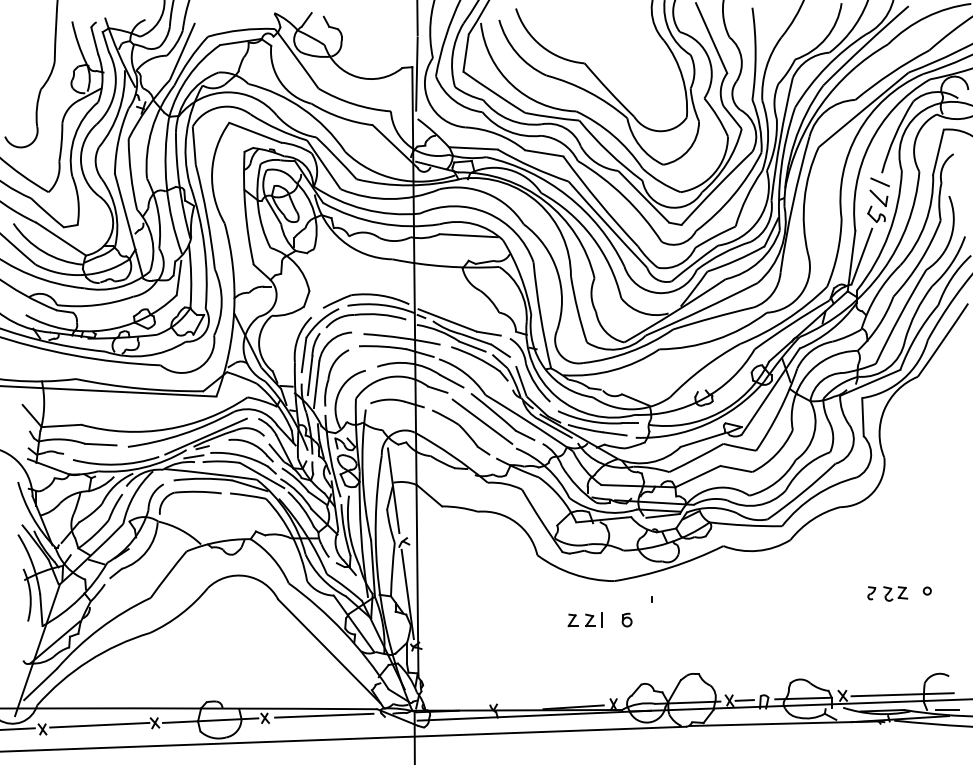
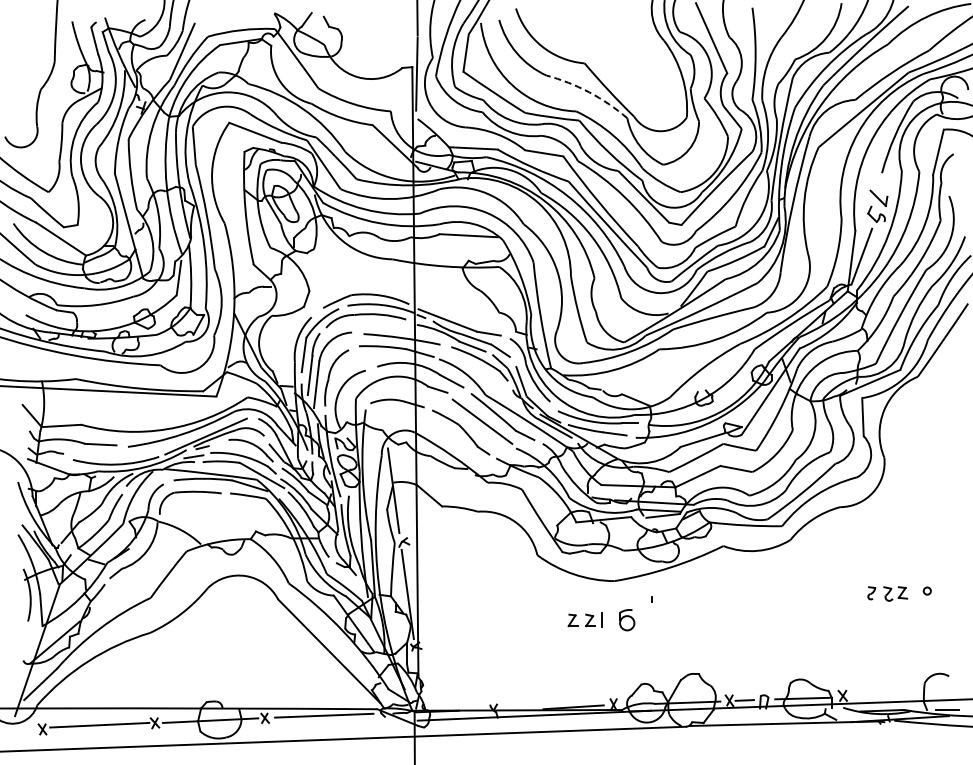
arc at (589, 92): solid -> dashed
line at (879, 182): present -> none
part at (626, 619) size: 12x16 px -> 17x23 px
line at (902, 694): present -> none
line at (18, 728): present -> none
